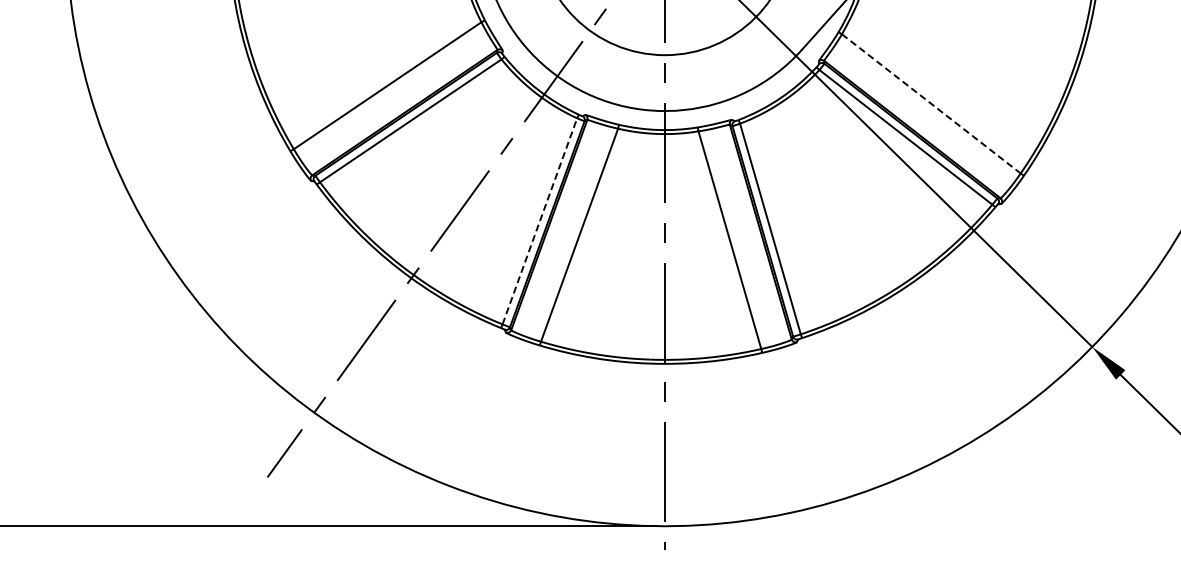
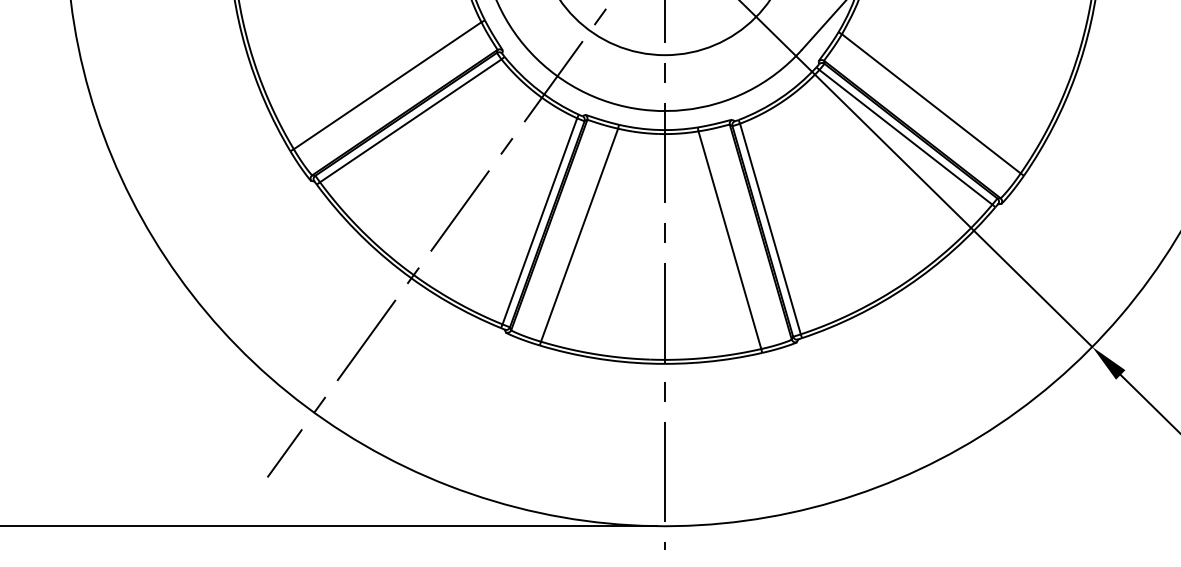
line at (931, 104): dashed -> solid
line at (539, 221): dashed -> solid
